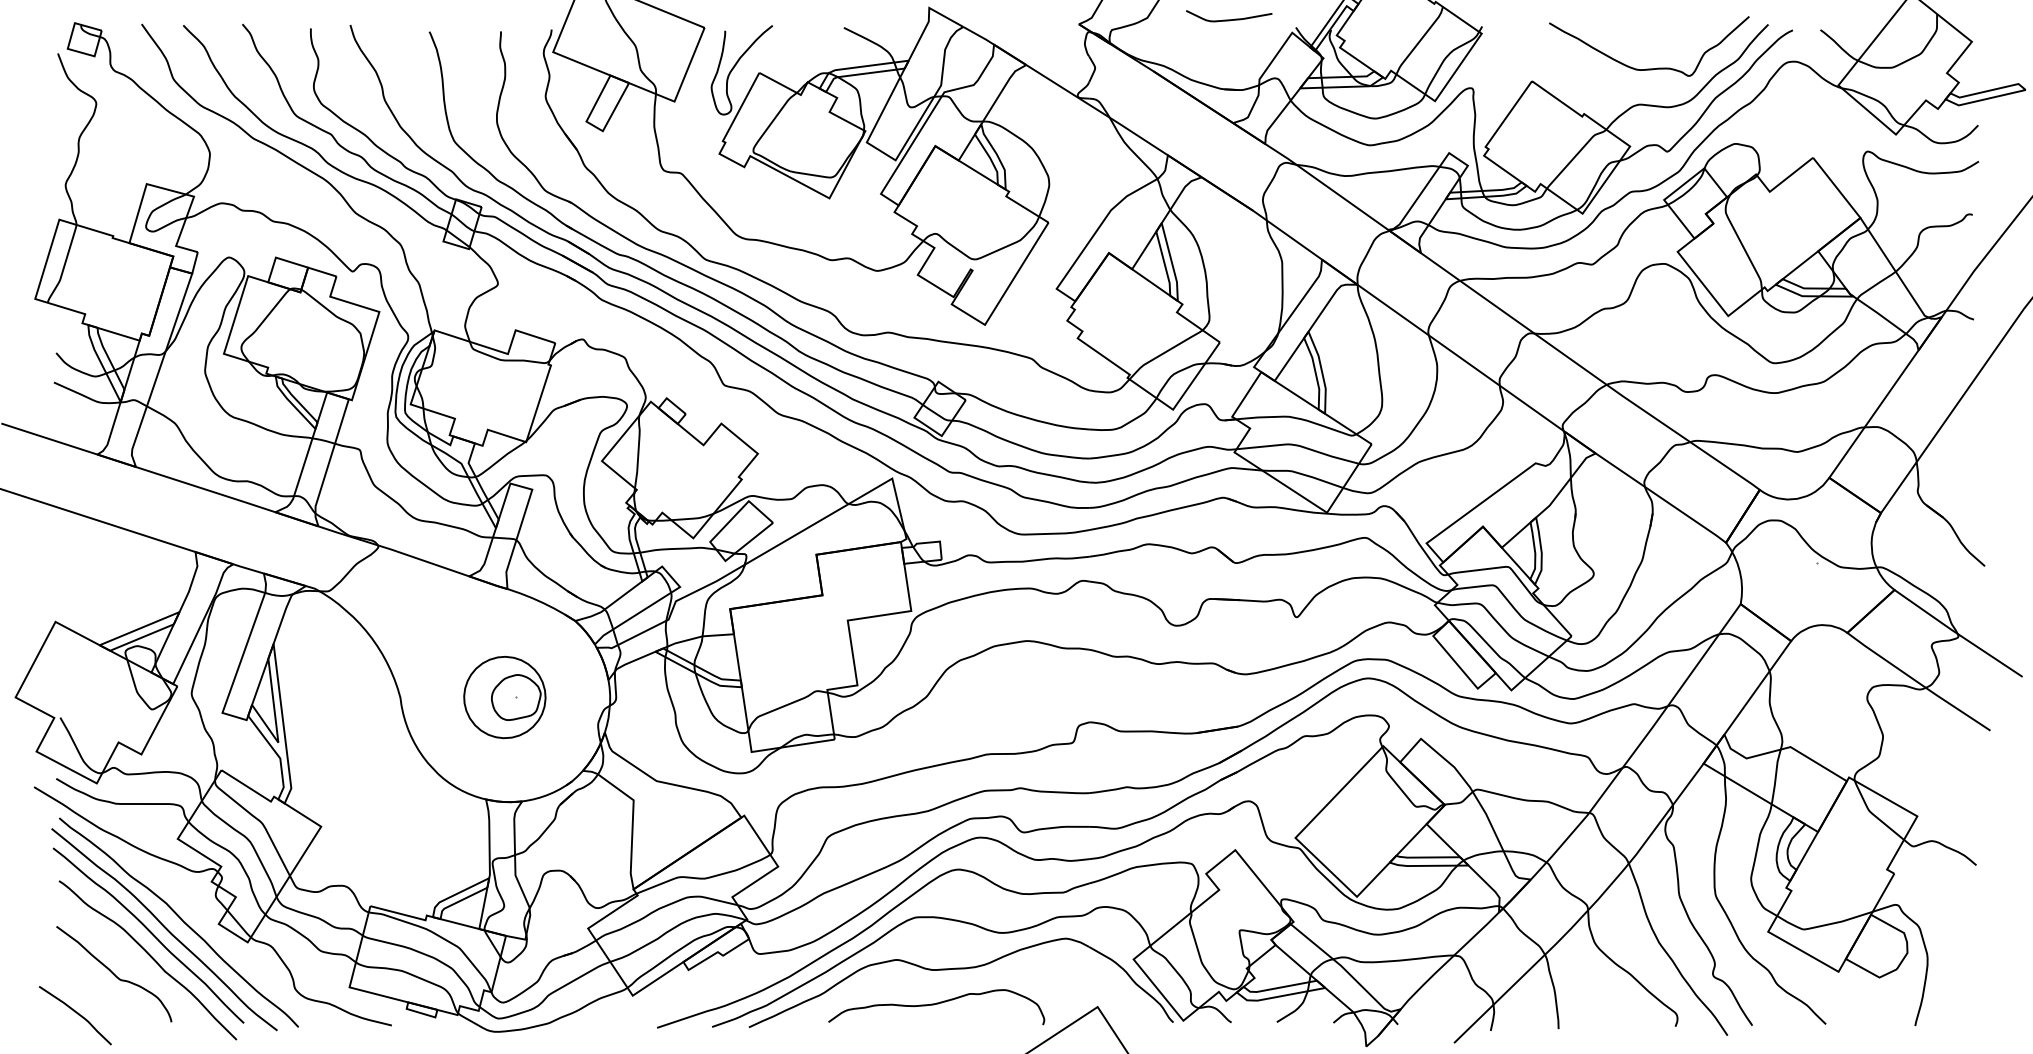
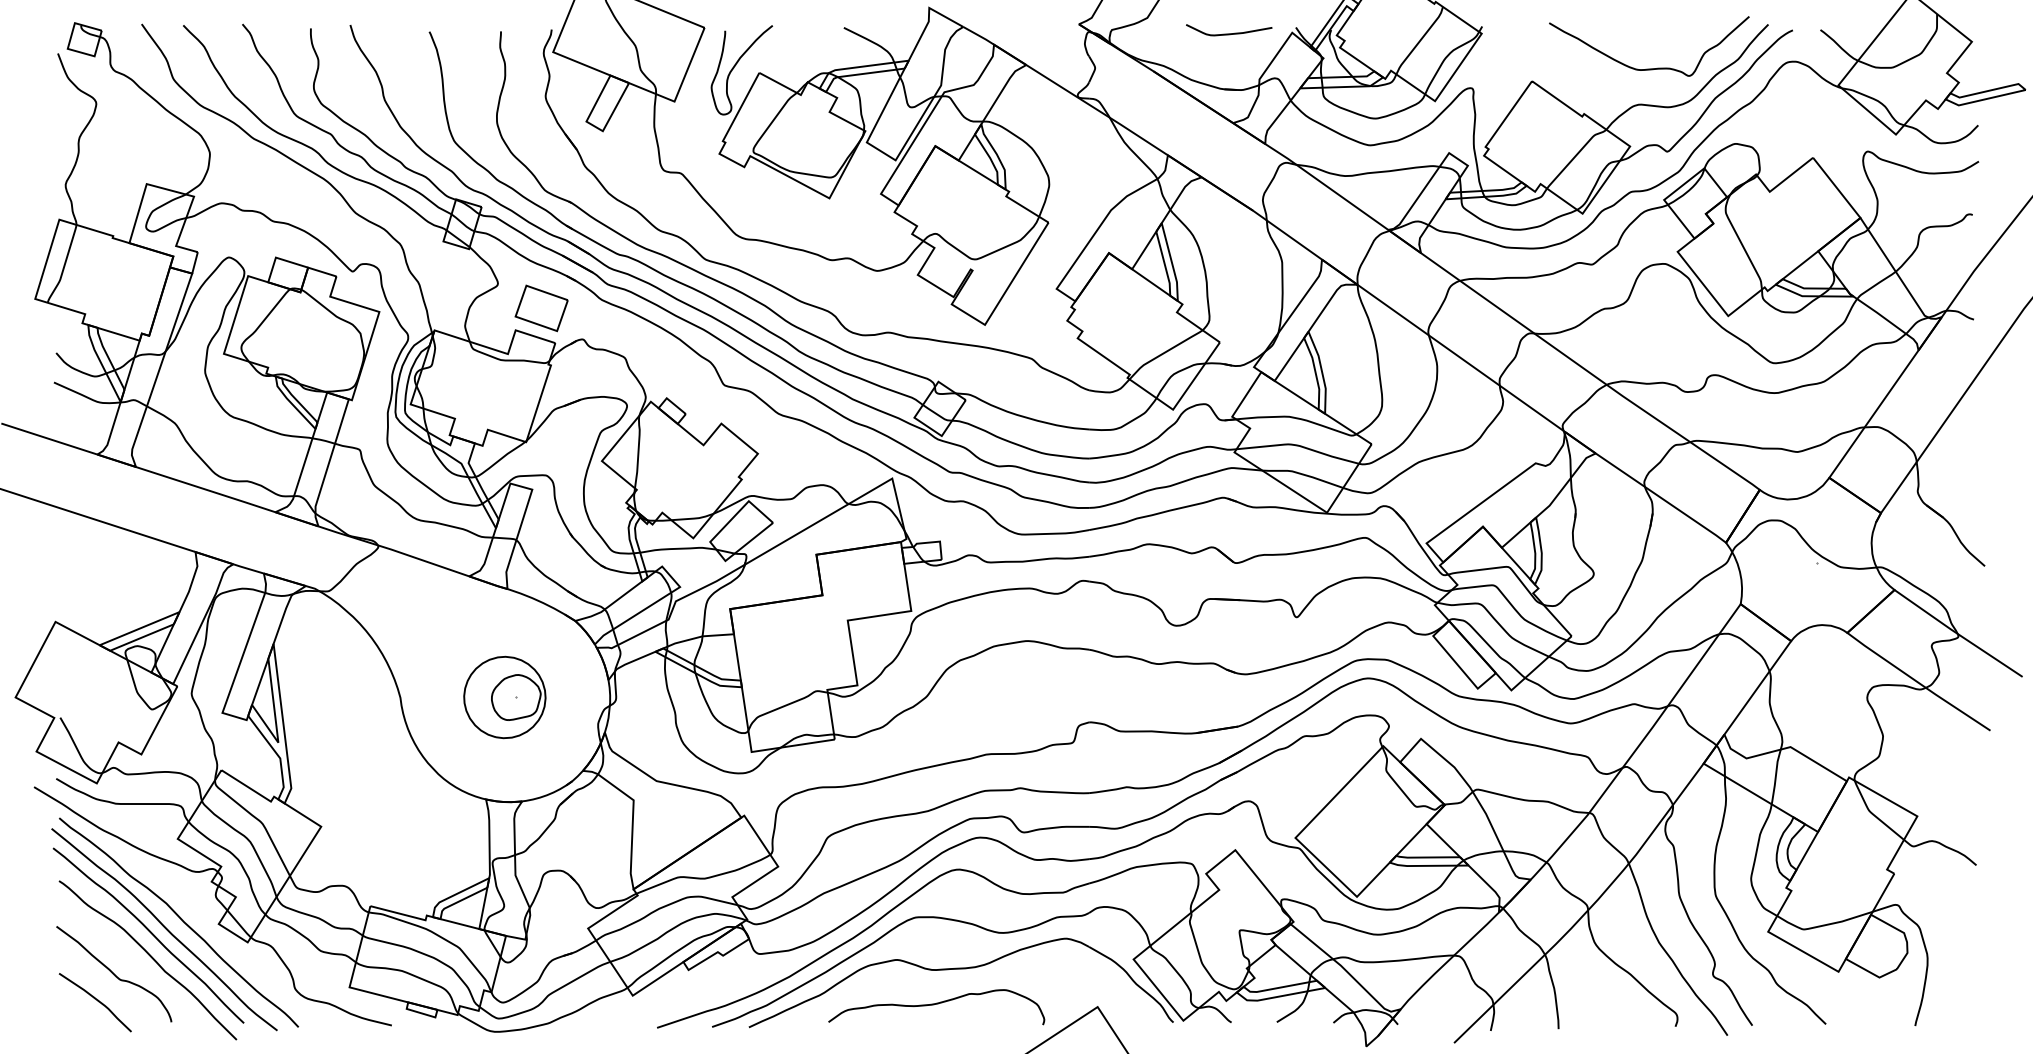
curve at (1229, 19) position: (1229, 19) -> (1229, 33)
part at (541, 308): none -> present
curve at (76, 1013) position: (76, 1013) -> (96, 1000)
